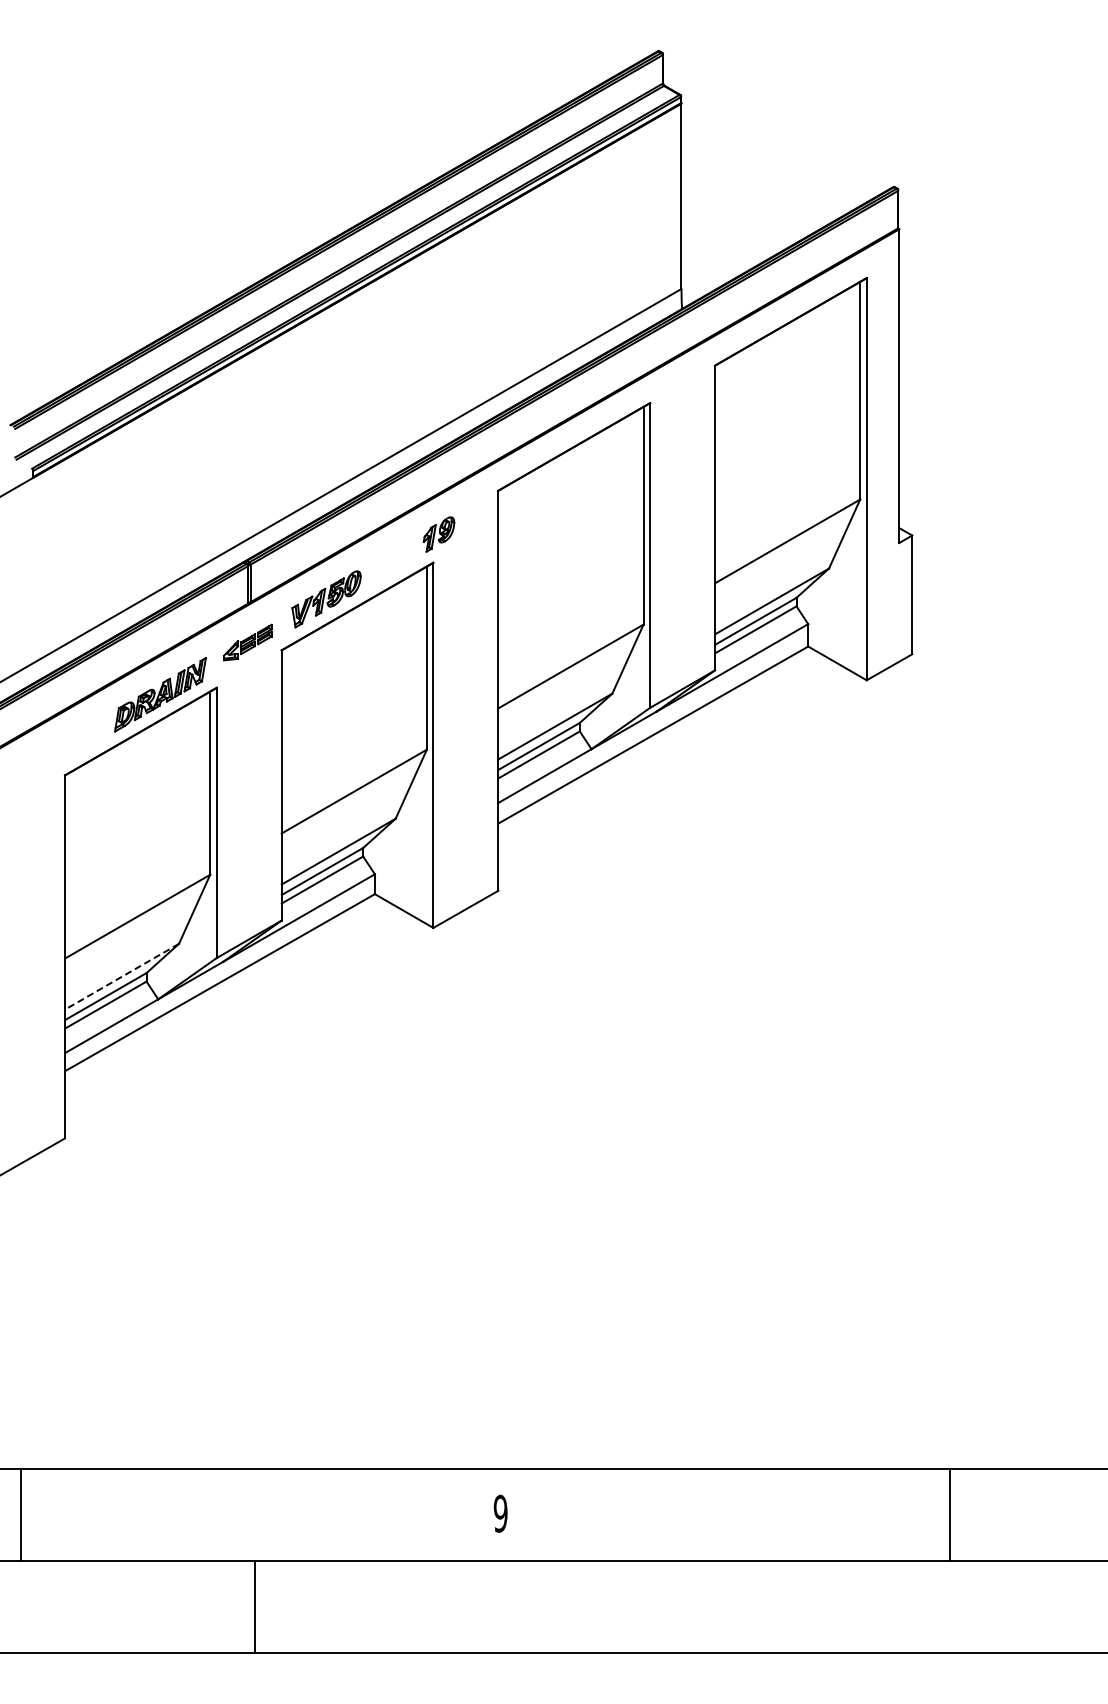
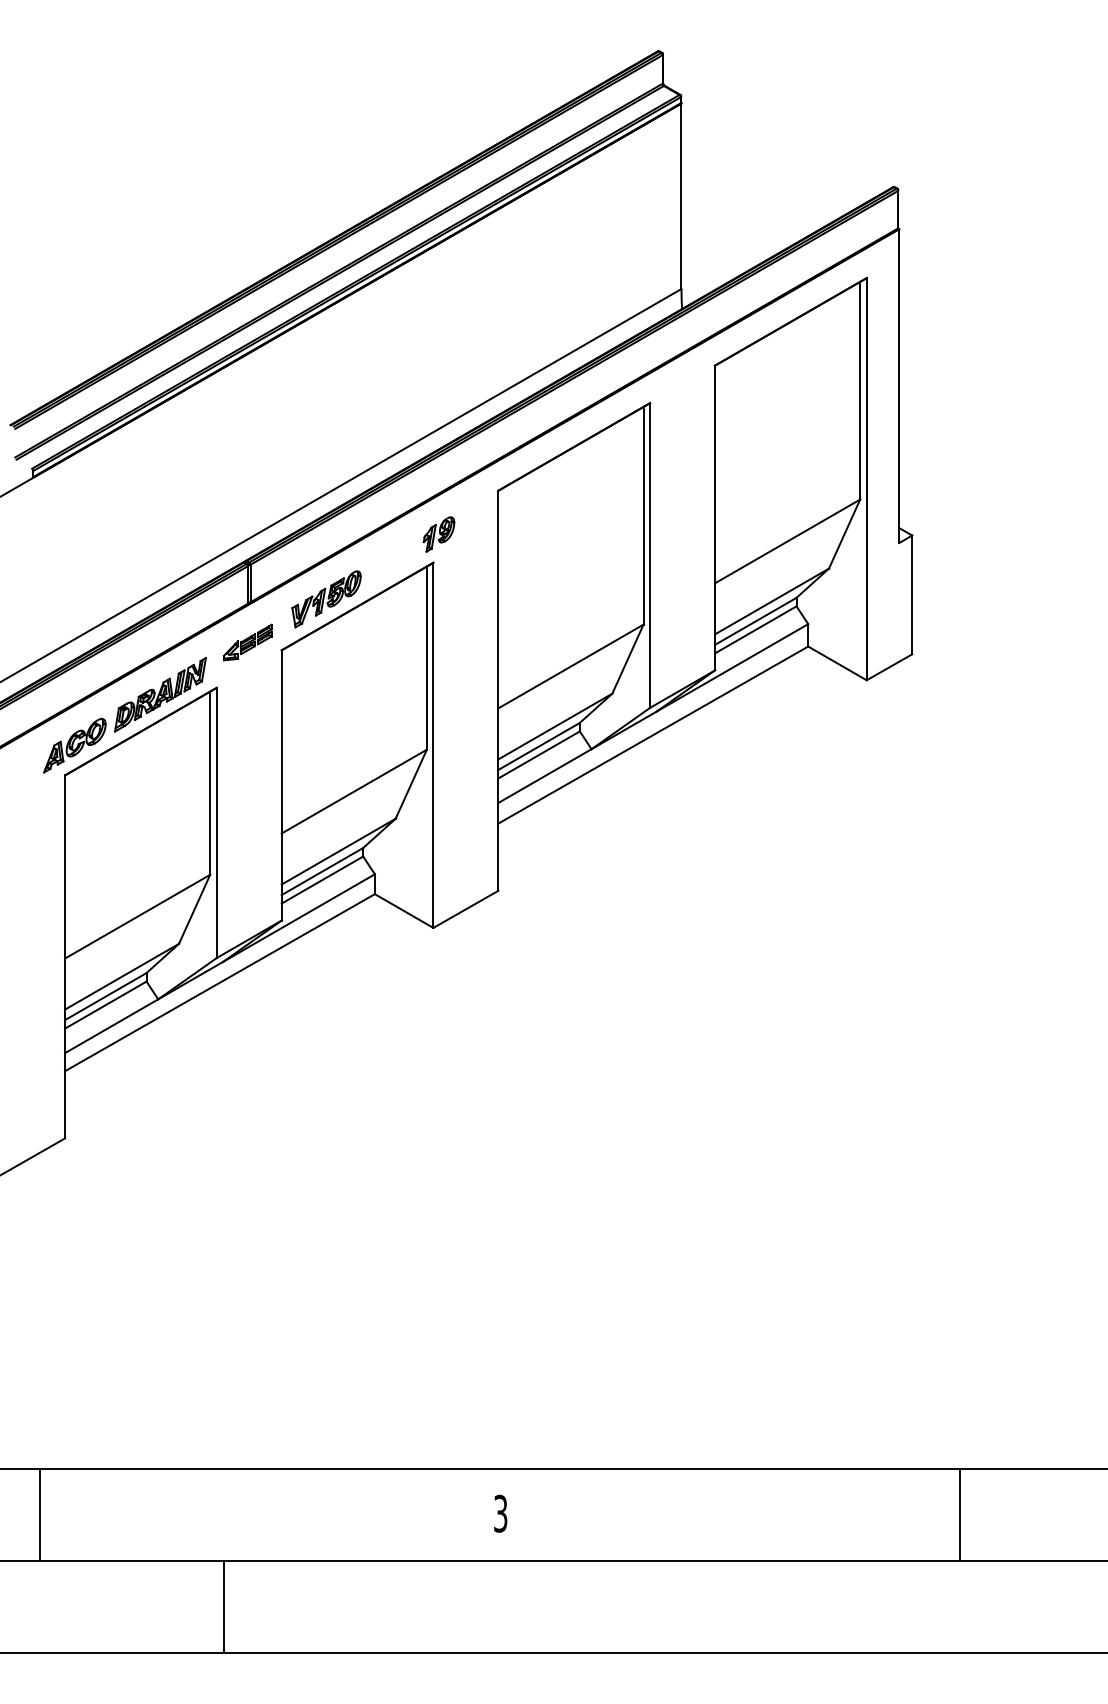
part at (74, 745): none -> present
line at (122, 976): dashed -> solid
text at (500, 1513): 9 -> 3
line at (21, 1514) position: (21, 1514) -> (40, 1514)
line at (949, 1514) position: (949, 1514) -> (959, 1514)
line at (255, 1606) position: (255, 1606) -> (224, 1606)
